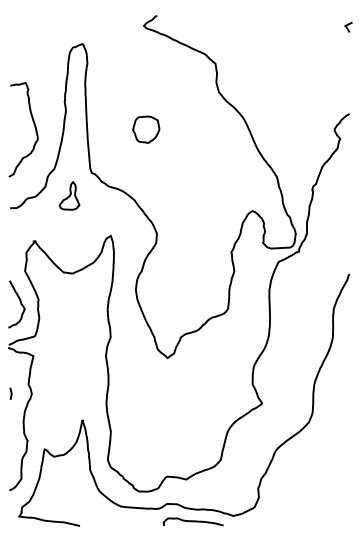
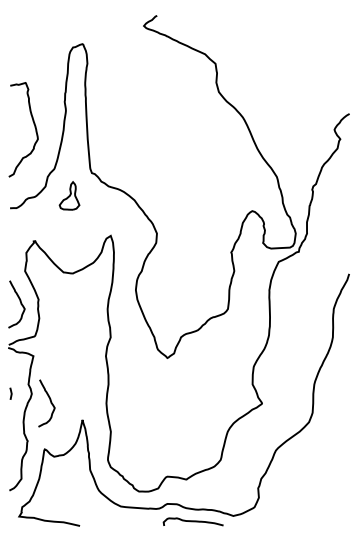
curve at (348, 25): present -> none
part at (146, 129): present -> none
curve at (50, 403): none -> present
